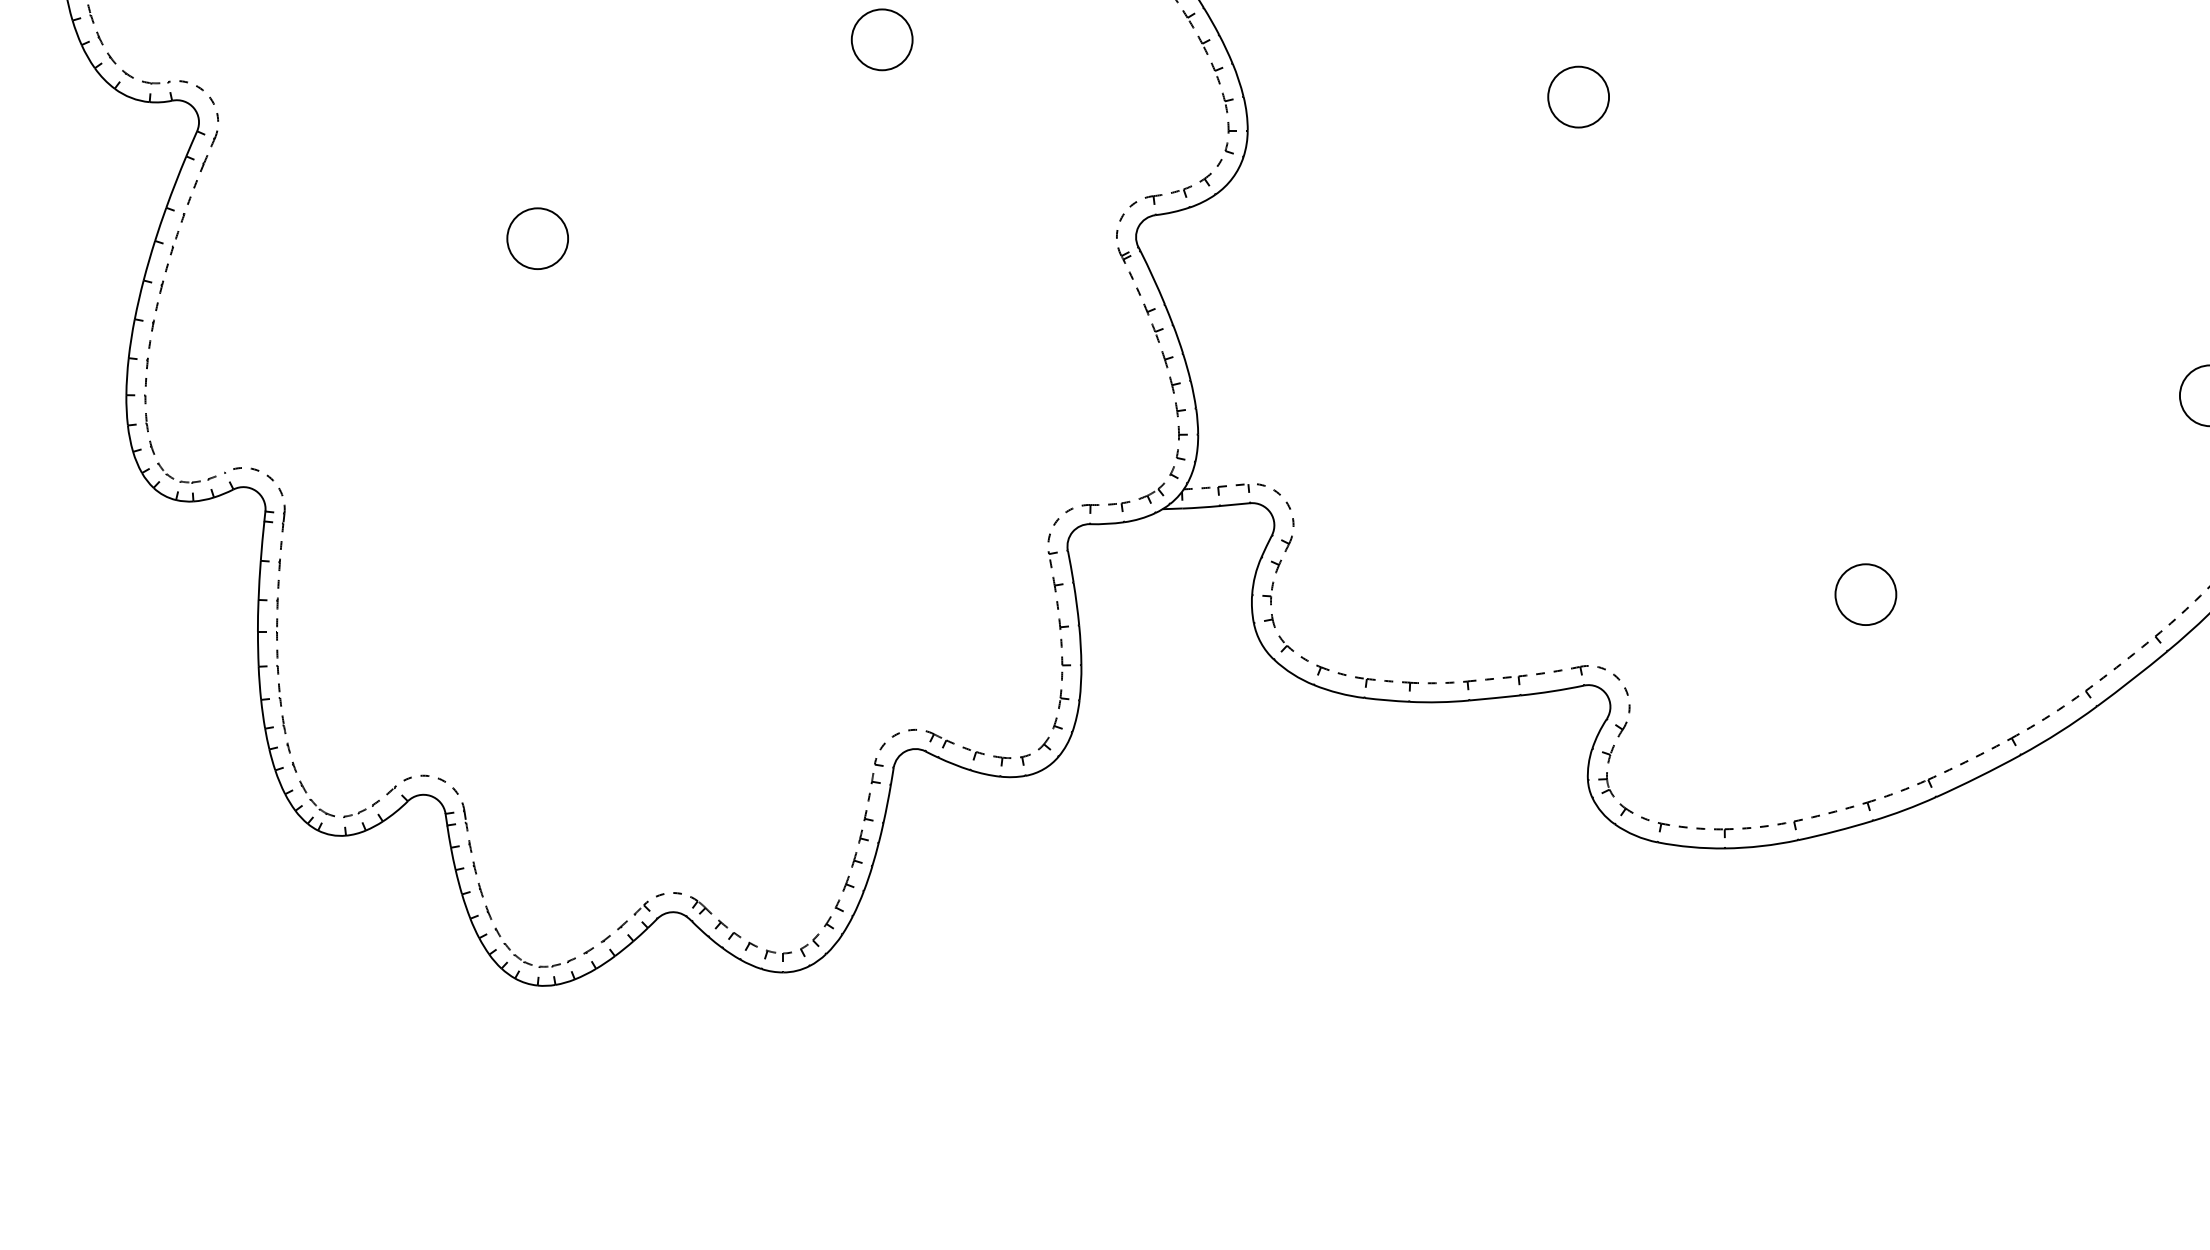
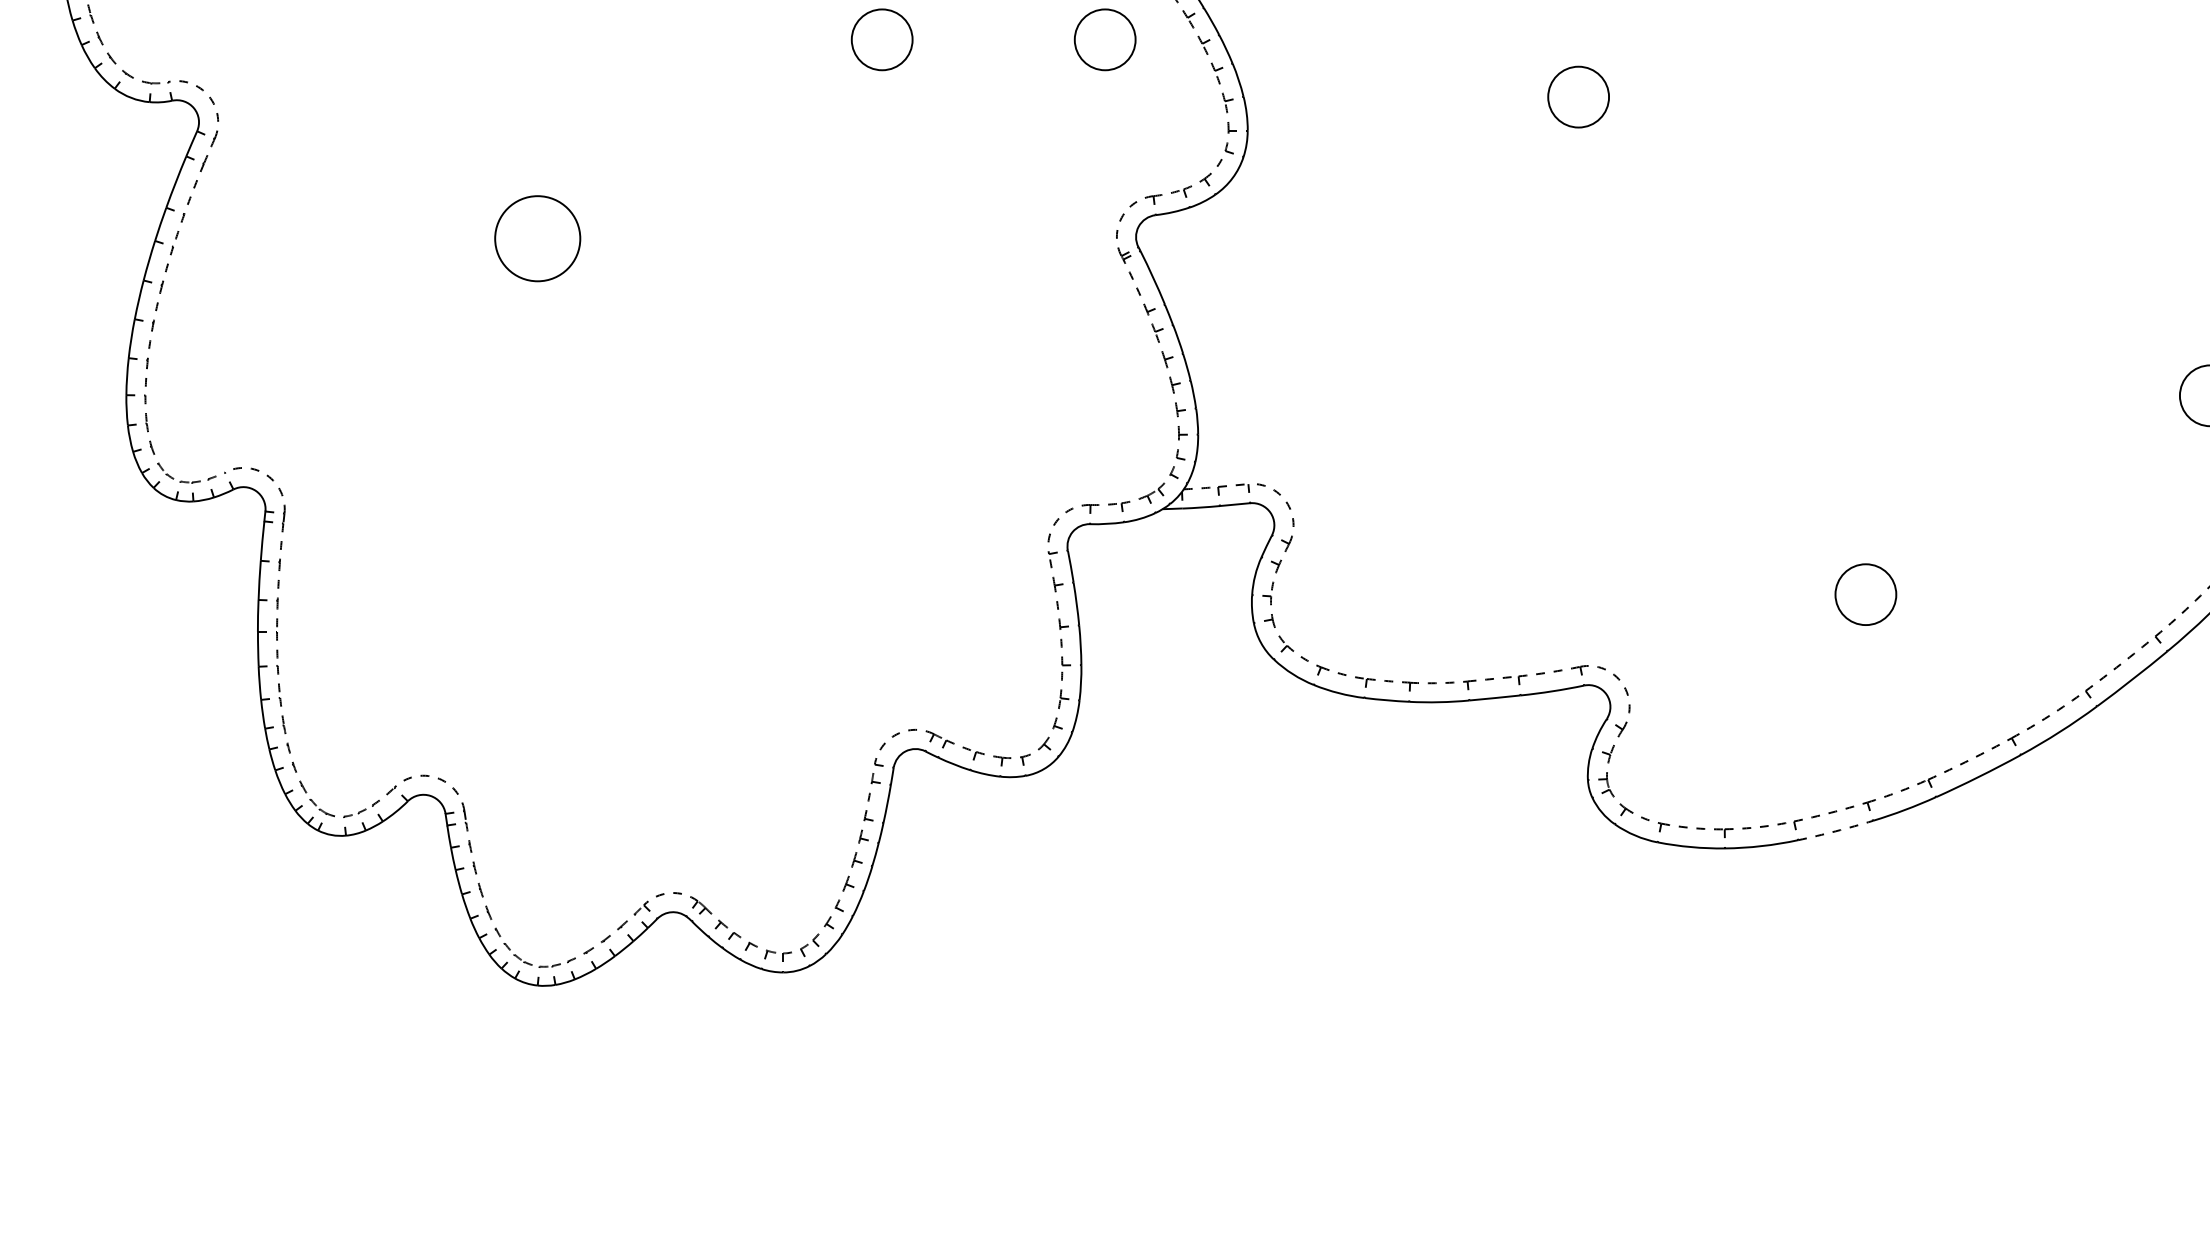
circle at (1104, 39): none -> present
circle at (537, 238) diameter: 61 px -> 85 px
arc at (1835, 831): solid -> dashed
